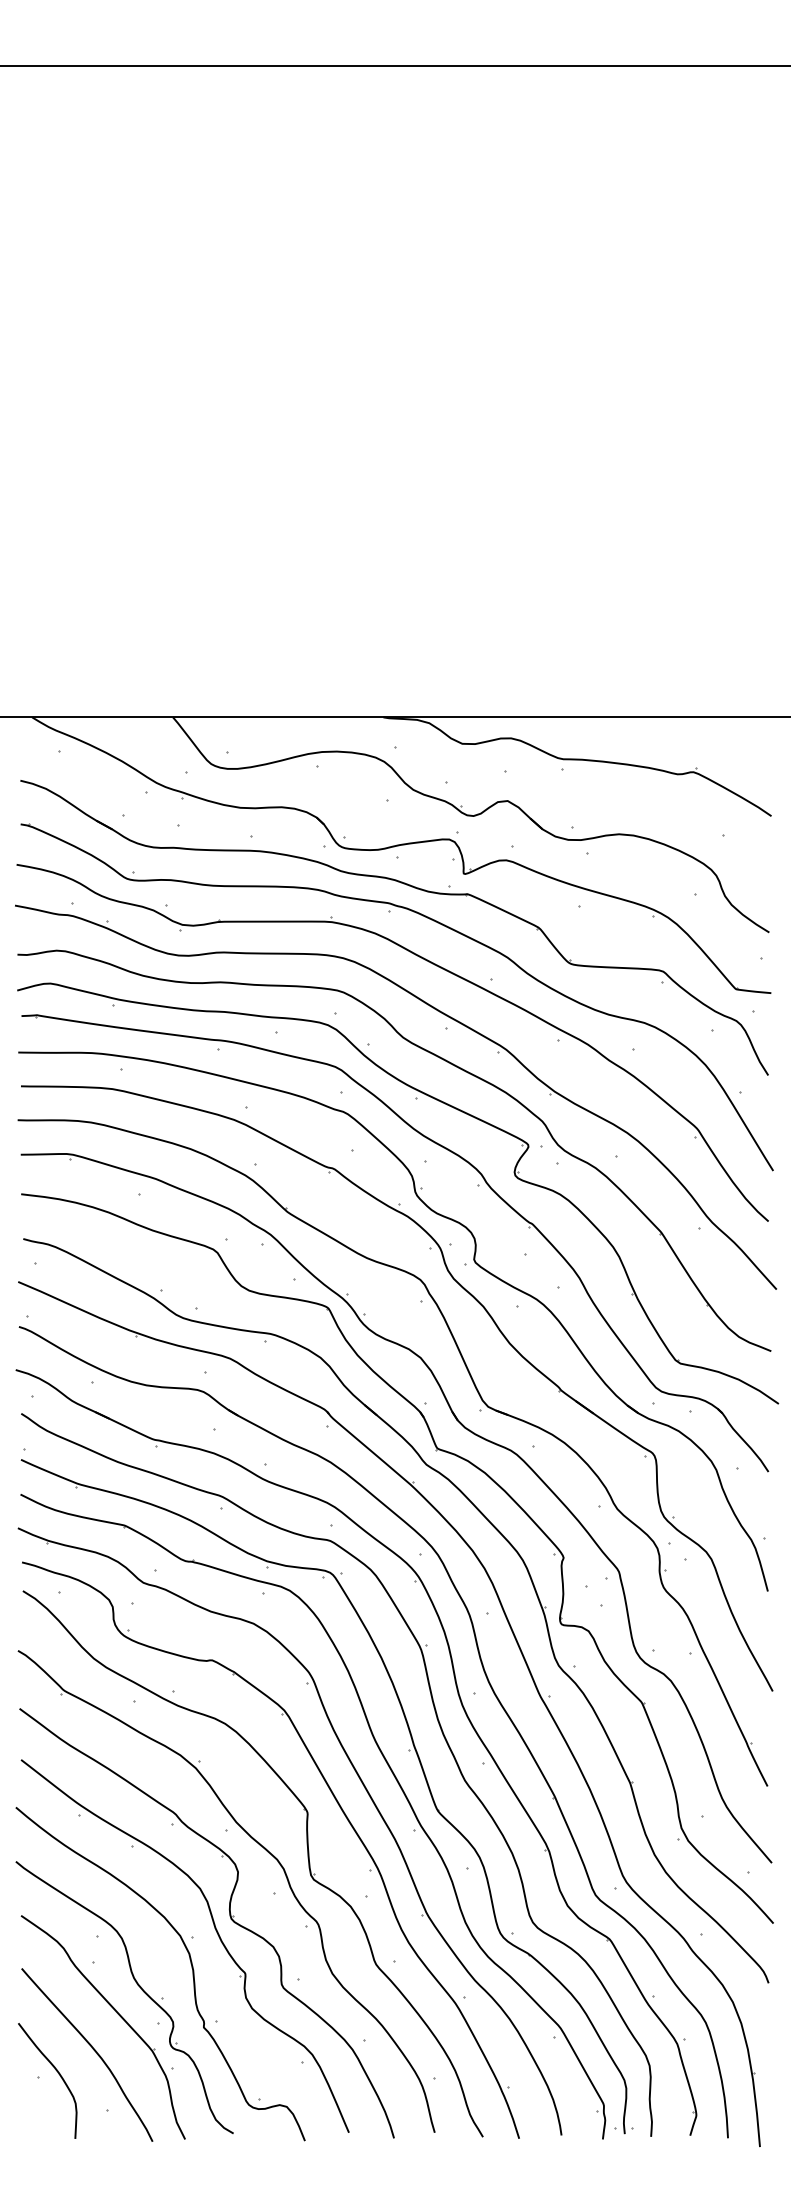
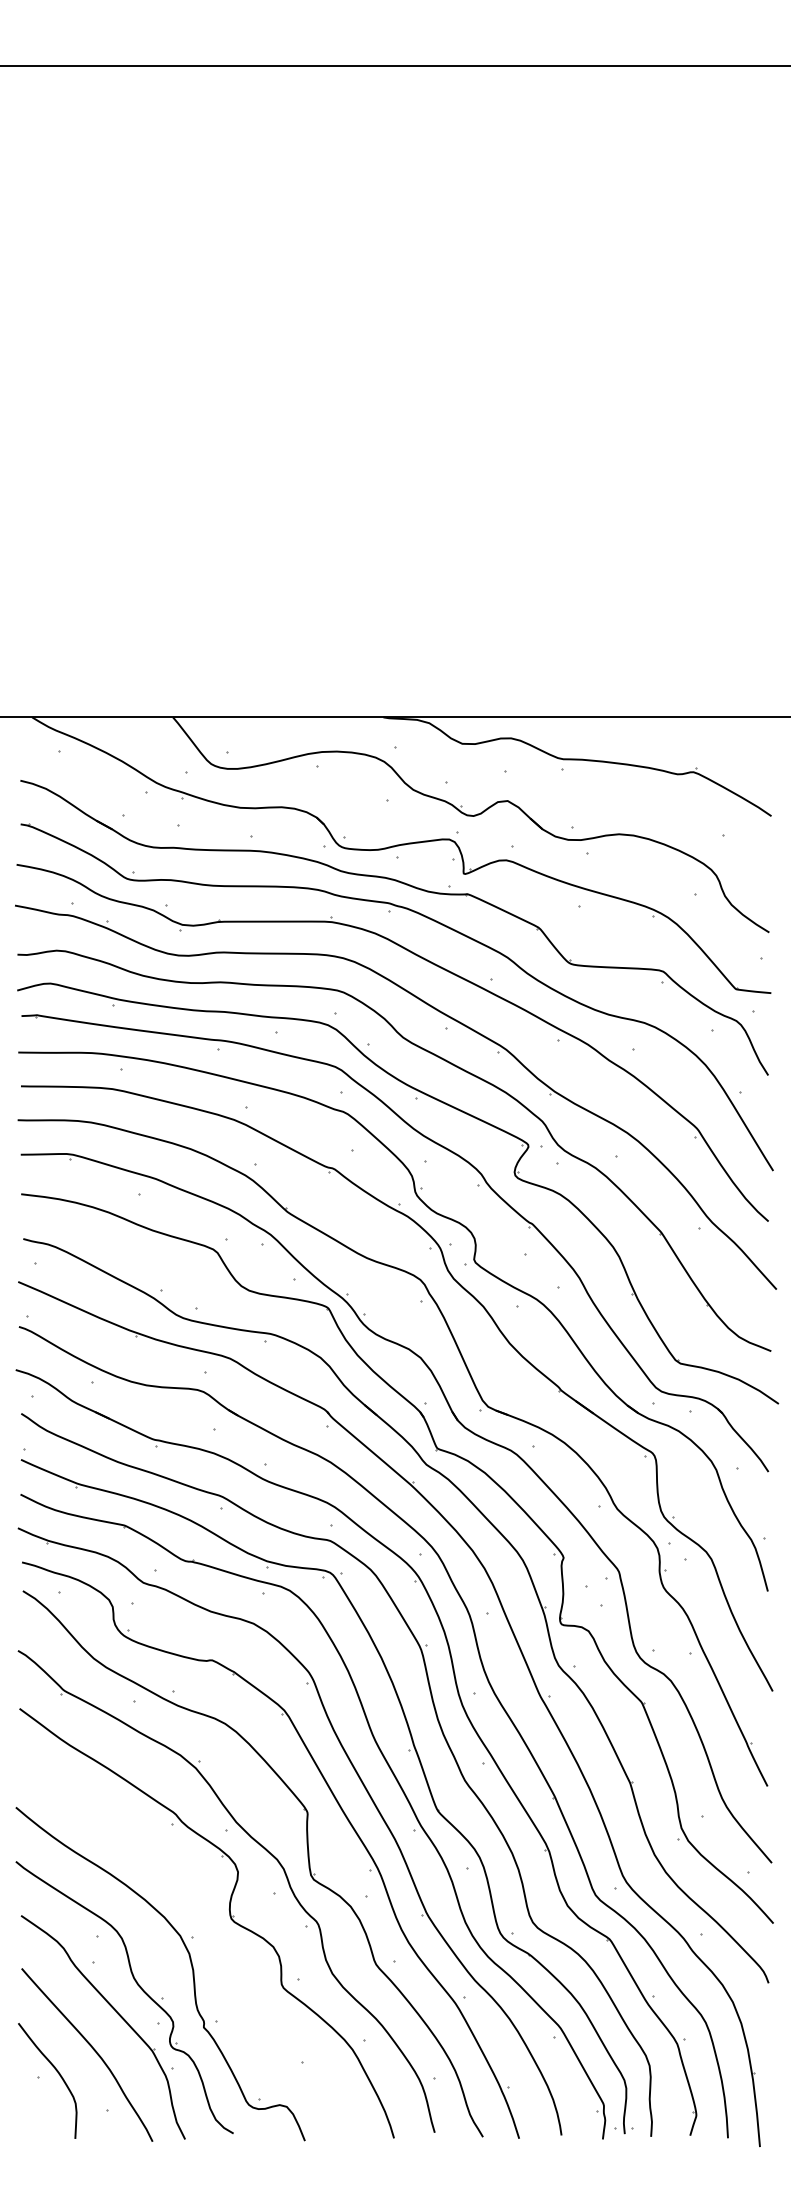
part at (215, 1930): present -> none
